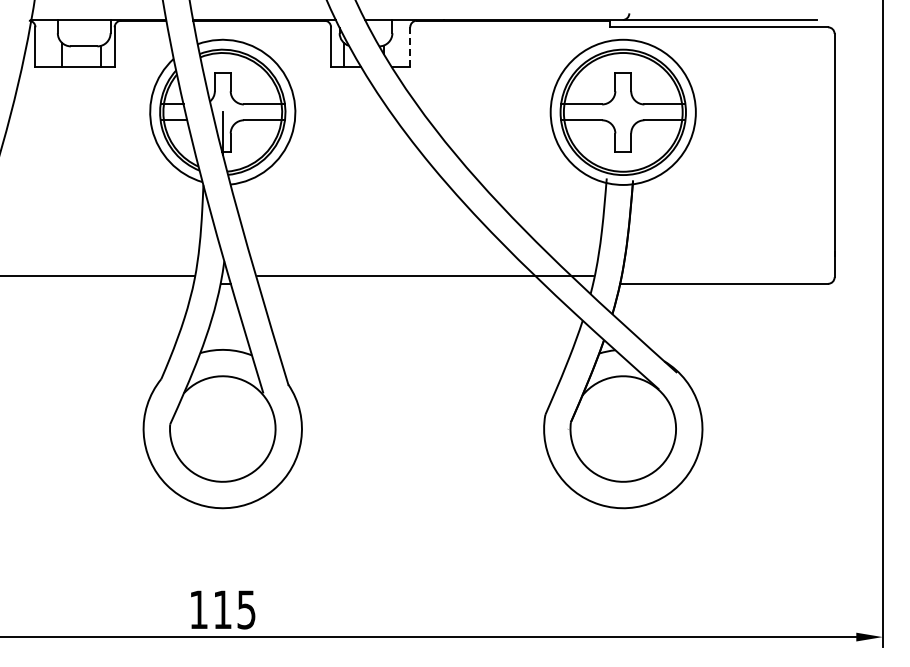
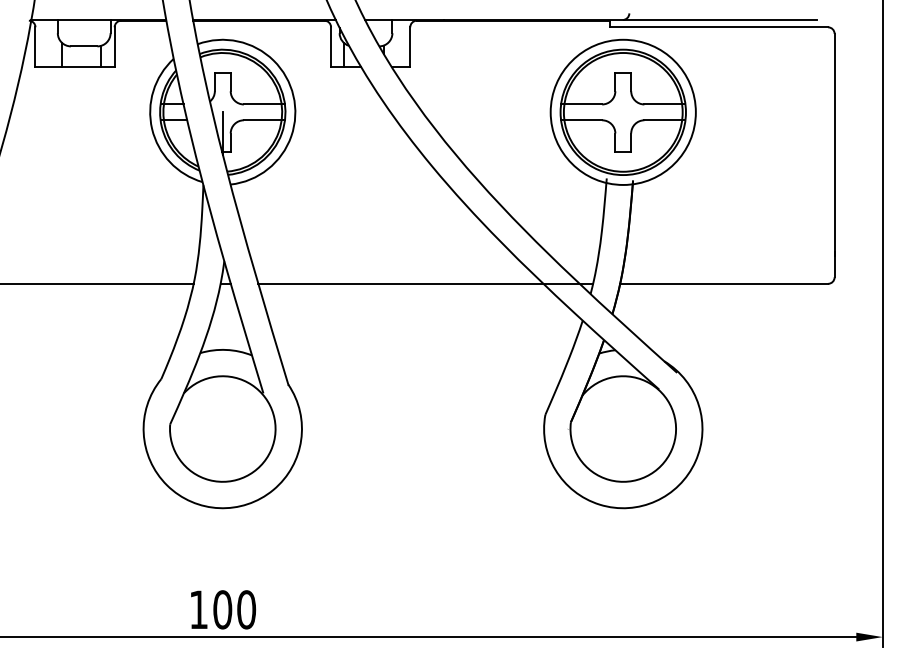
line at (410, 47): dashed -> solid
line at (97, 275) position: (97, 275) -> (97, 283)
line at (425, 275) position: (425, 275) -> (425, 283)
text at (234, 609): 115 -> 100
